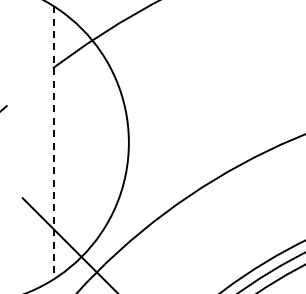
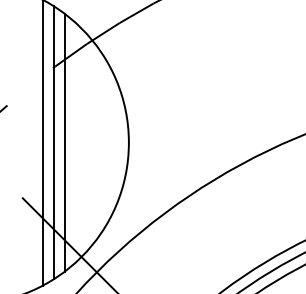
line at (64, 142): none -> present
line at (53, 143): dashed -> solid
line at (43, 144): none -> present
